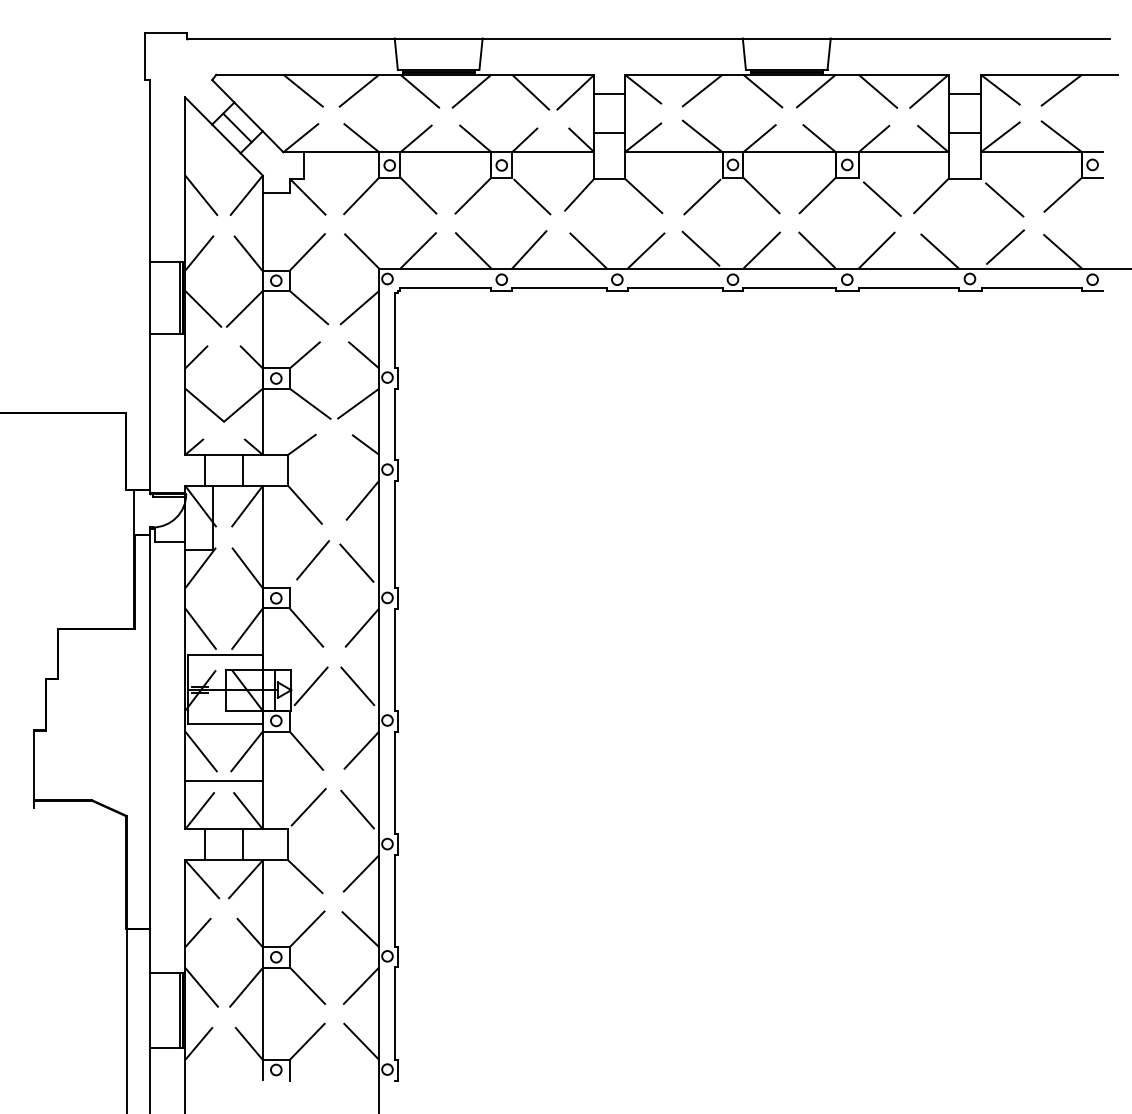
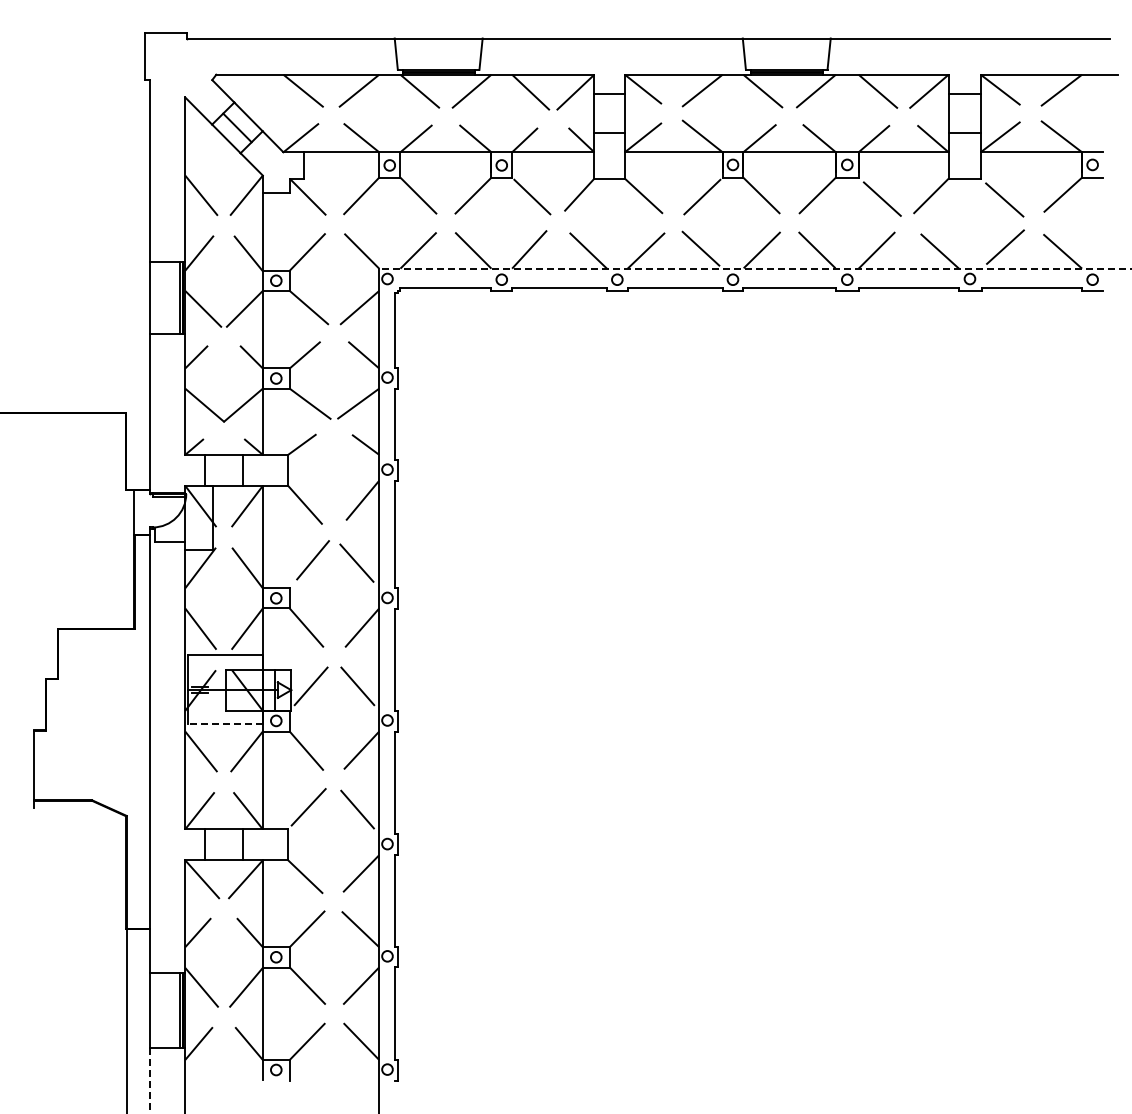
line at (755, 268): solid -> dashed
line at (225, 724): solid -> dashed
line at (223, 780): present -> none
line at (149, 1081): solid -> dashed
